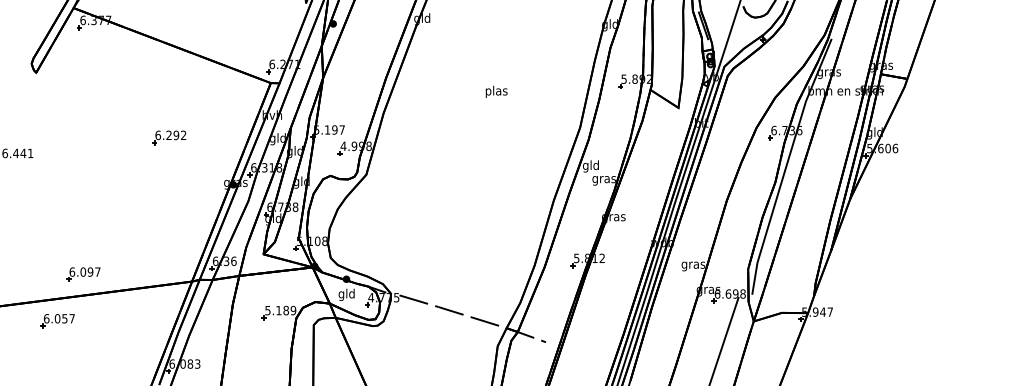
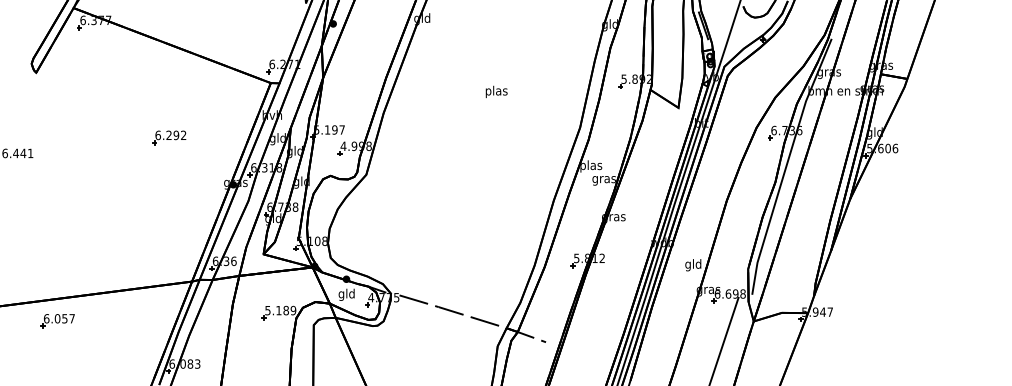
text at (591, 166): gld -> plas
text at (693, 265): gras -> gld
part at (83, 274): present -> none
